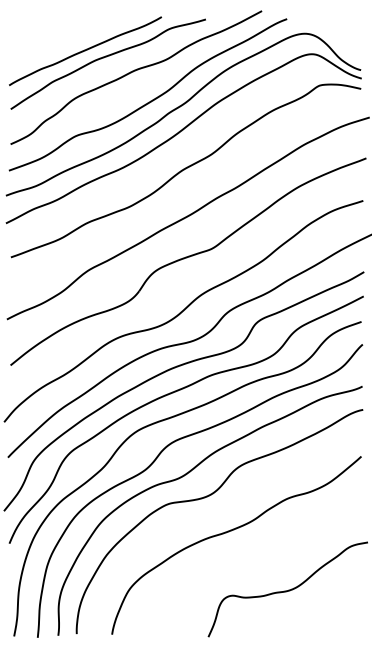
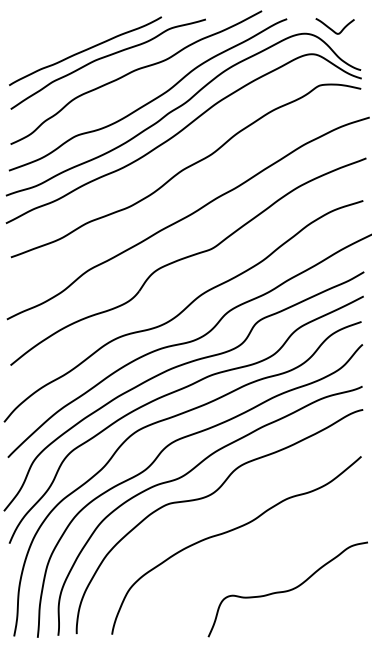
curve at (331, 28): none -> present
